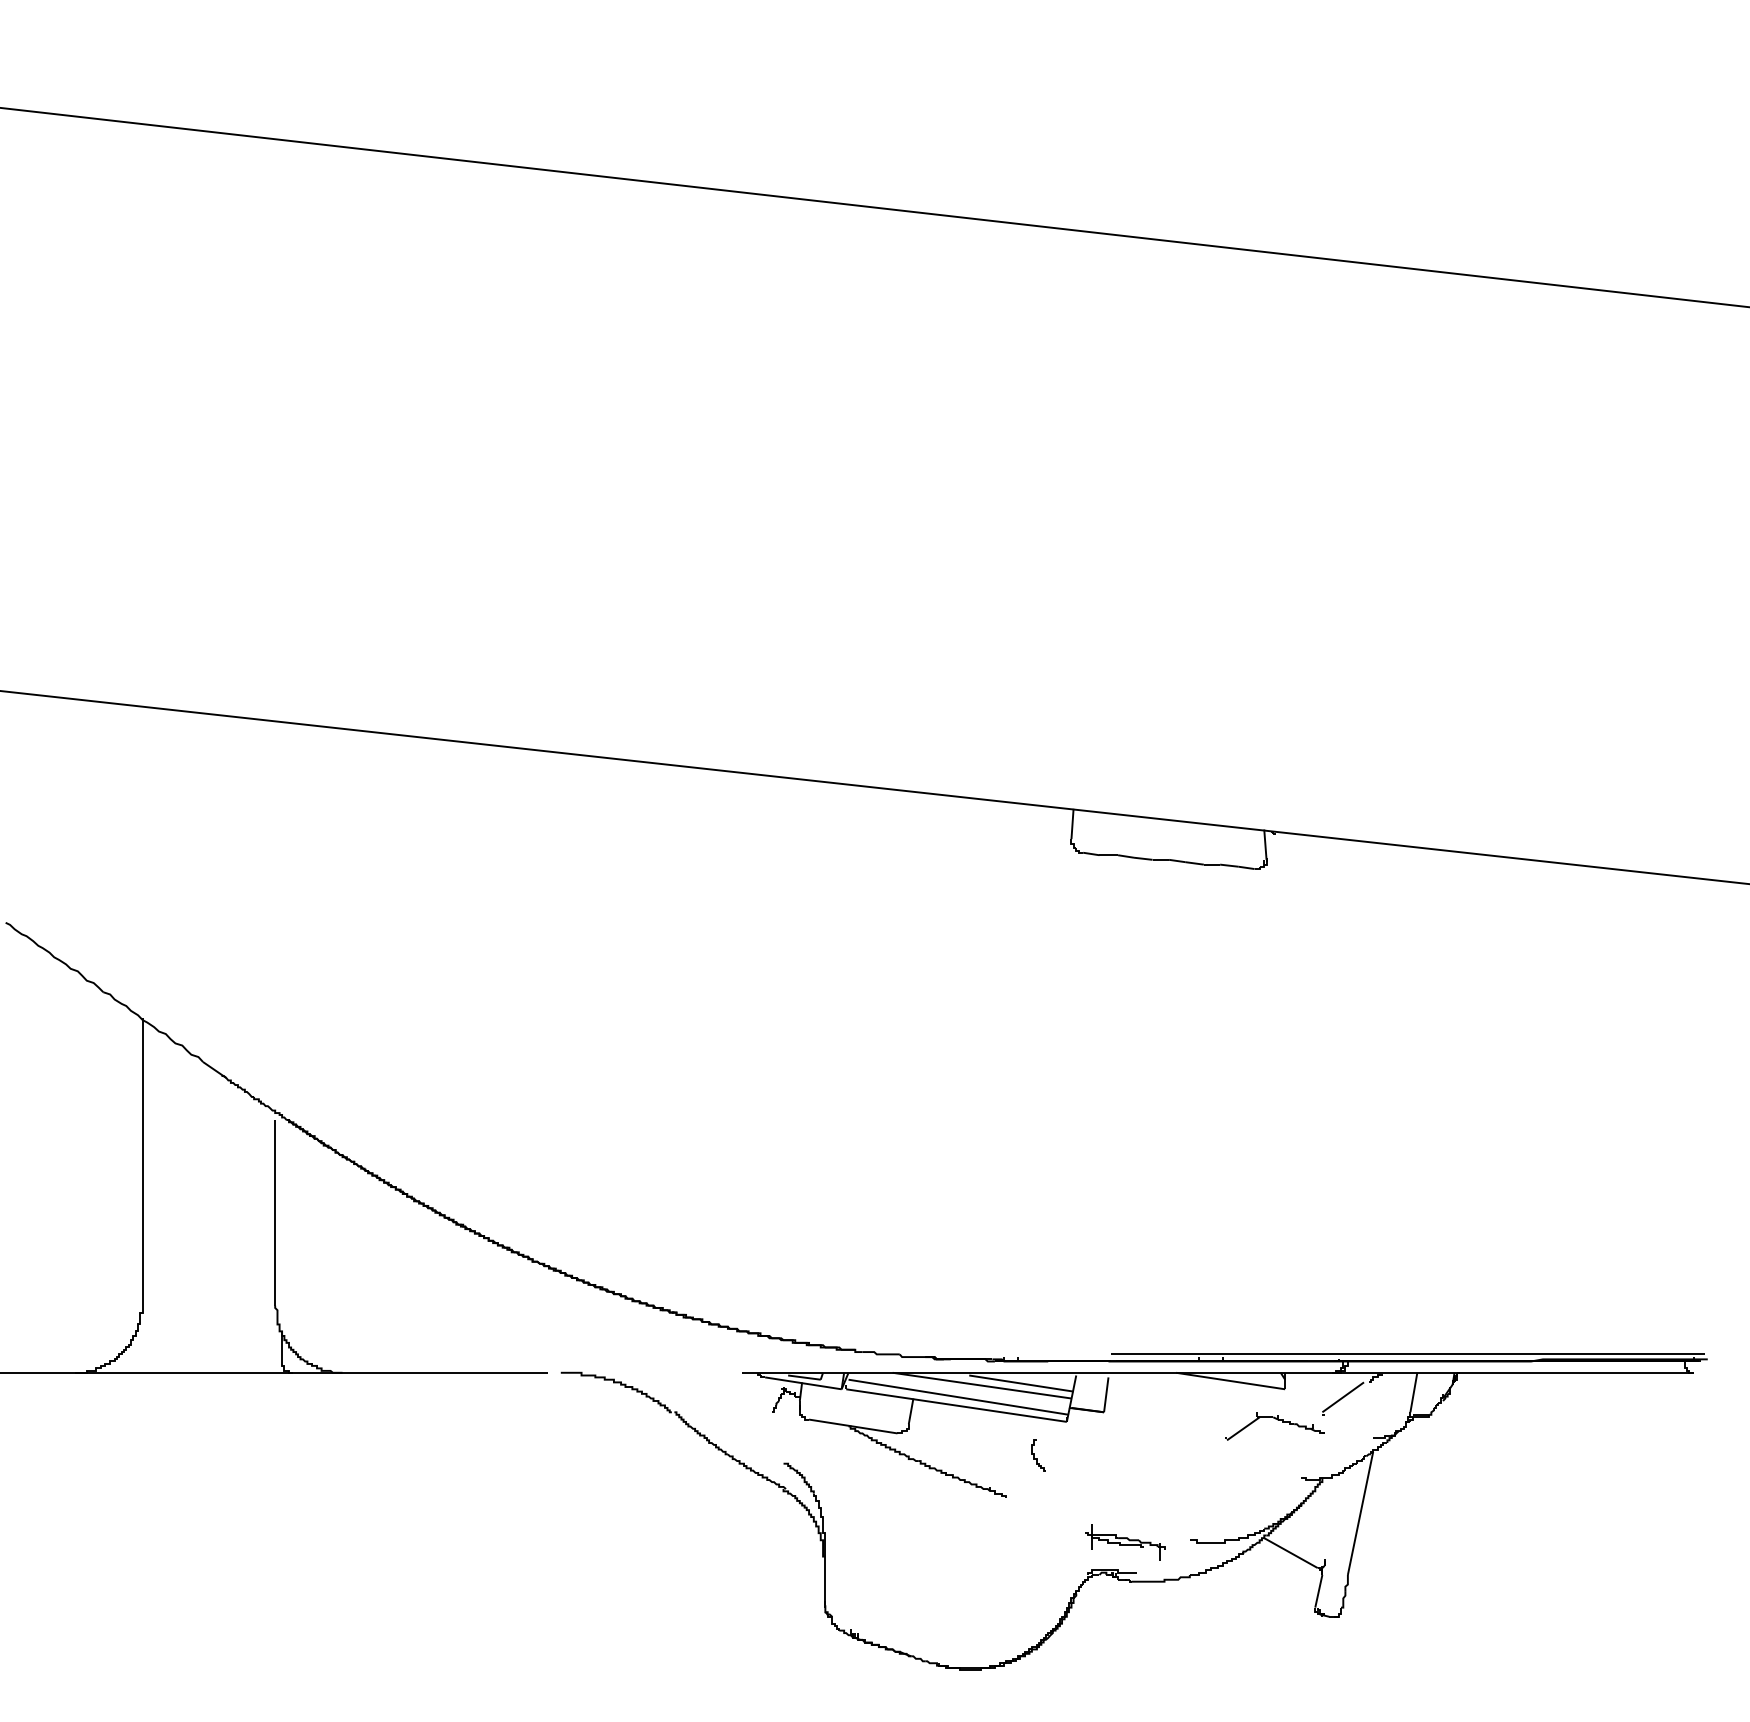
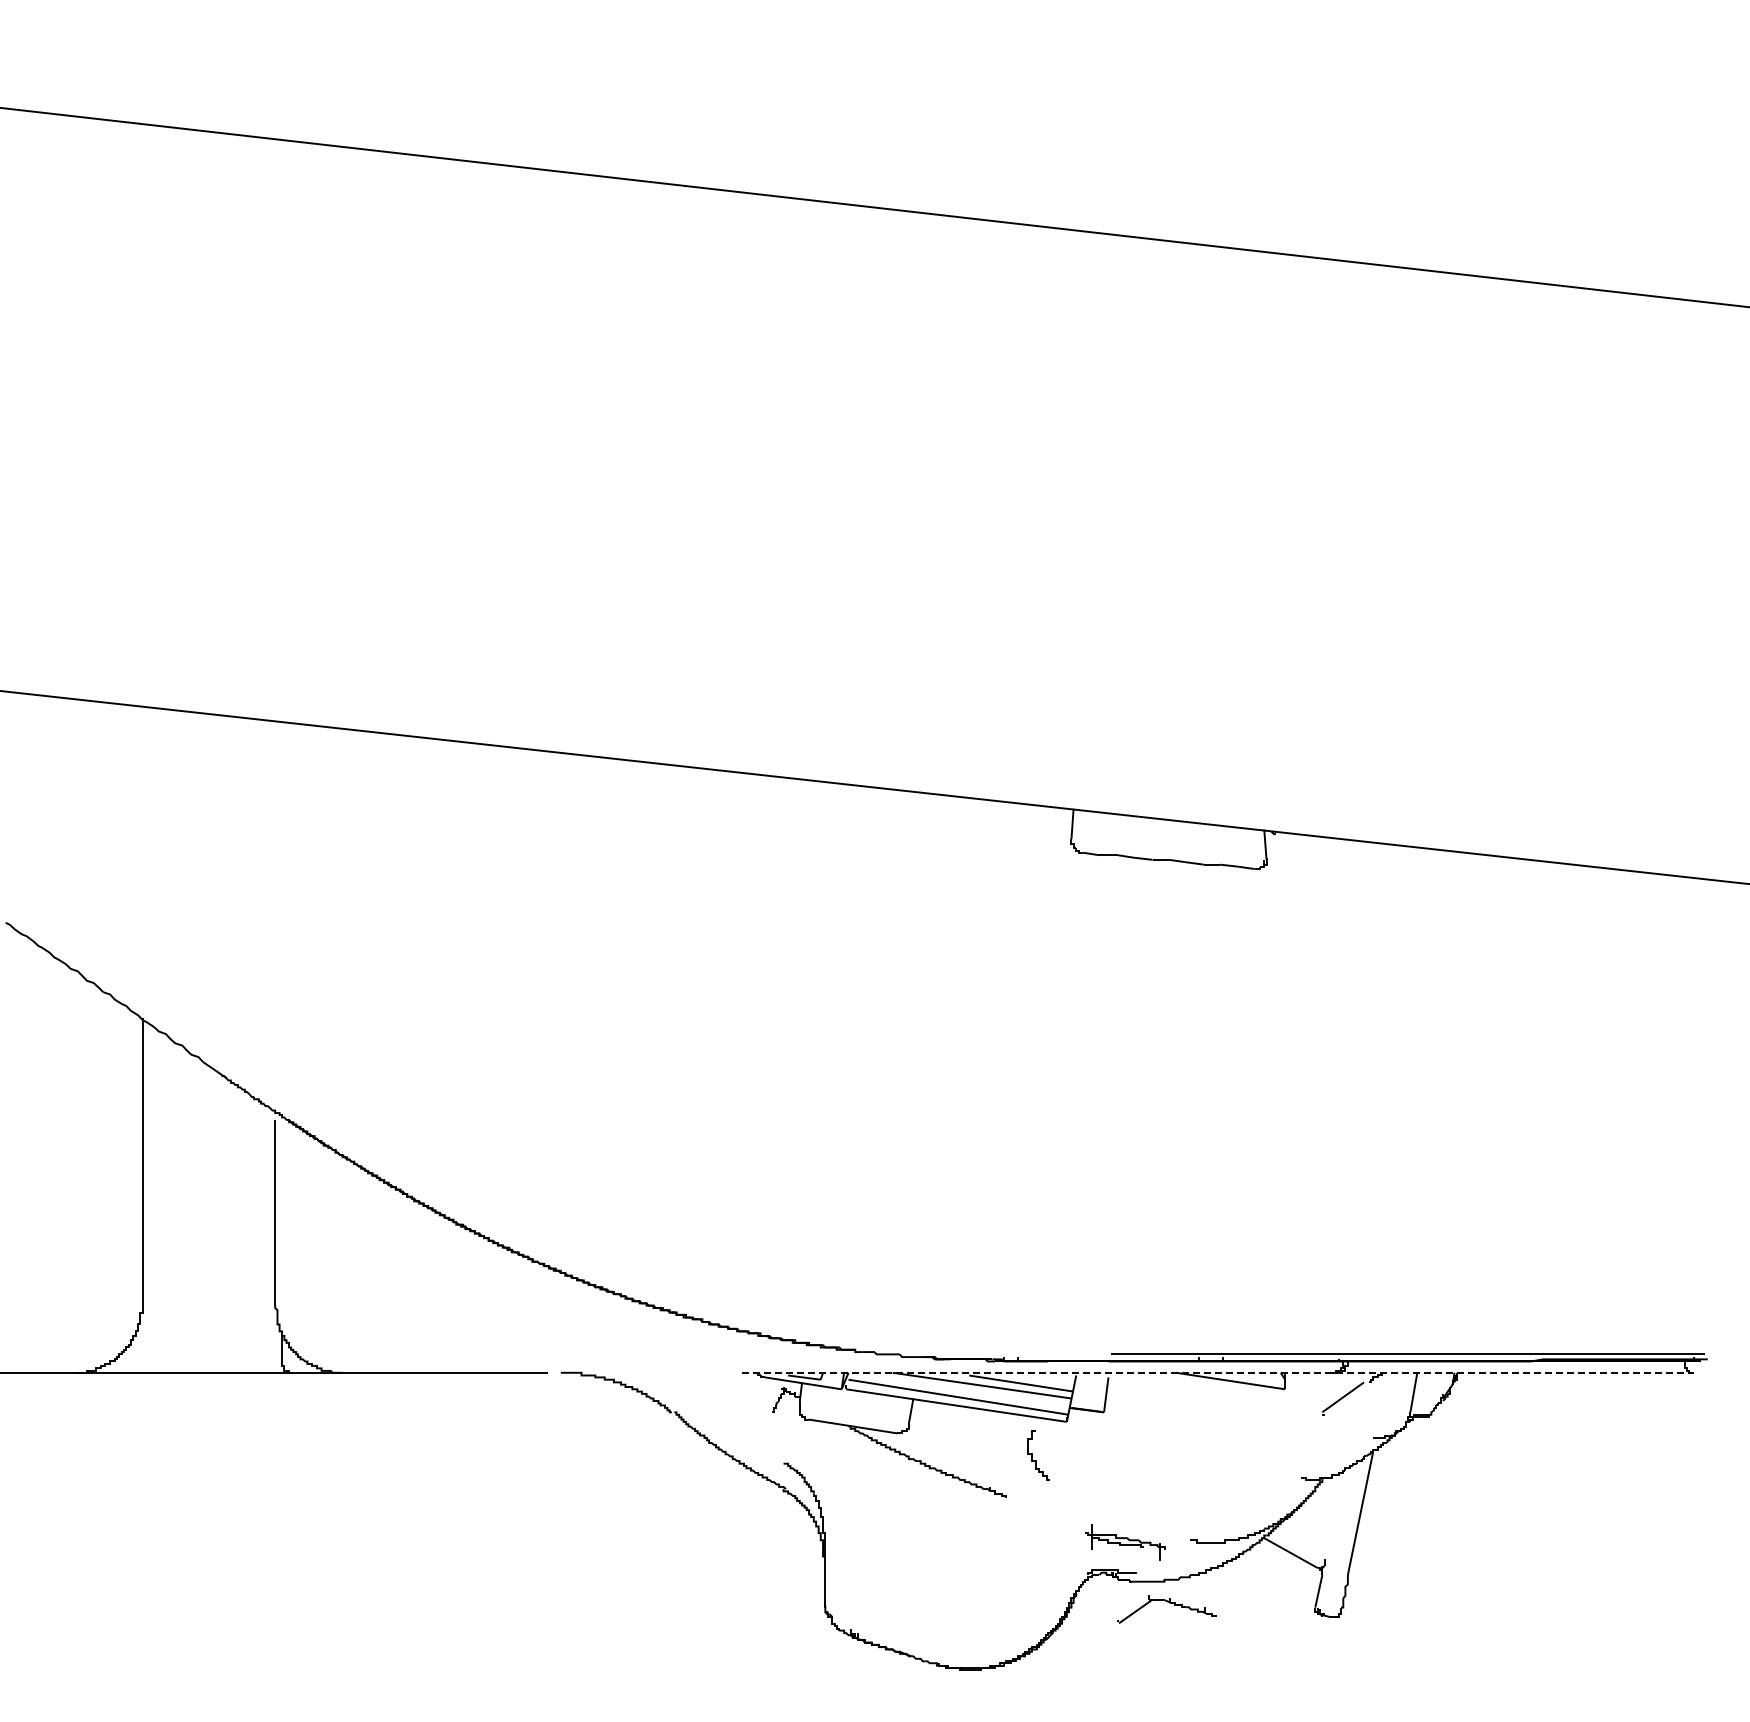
line at (1218, 1372): solid -> dashed
part at (1277, 1420) position: (1277, 1420) -> (1169, 1603)
part at (1038, 1455) size: 15x33 px -> 23x51 px
